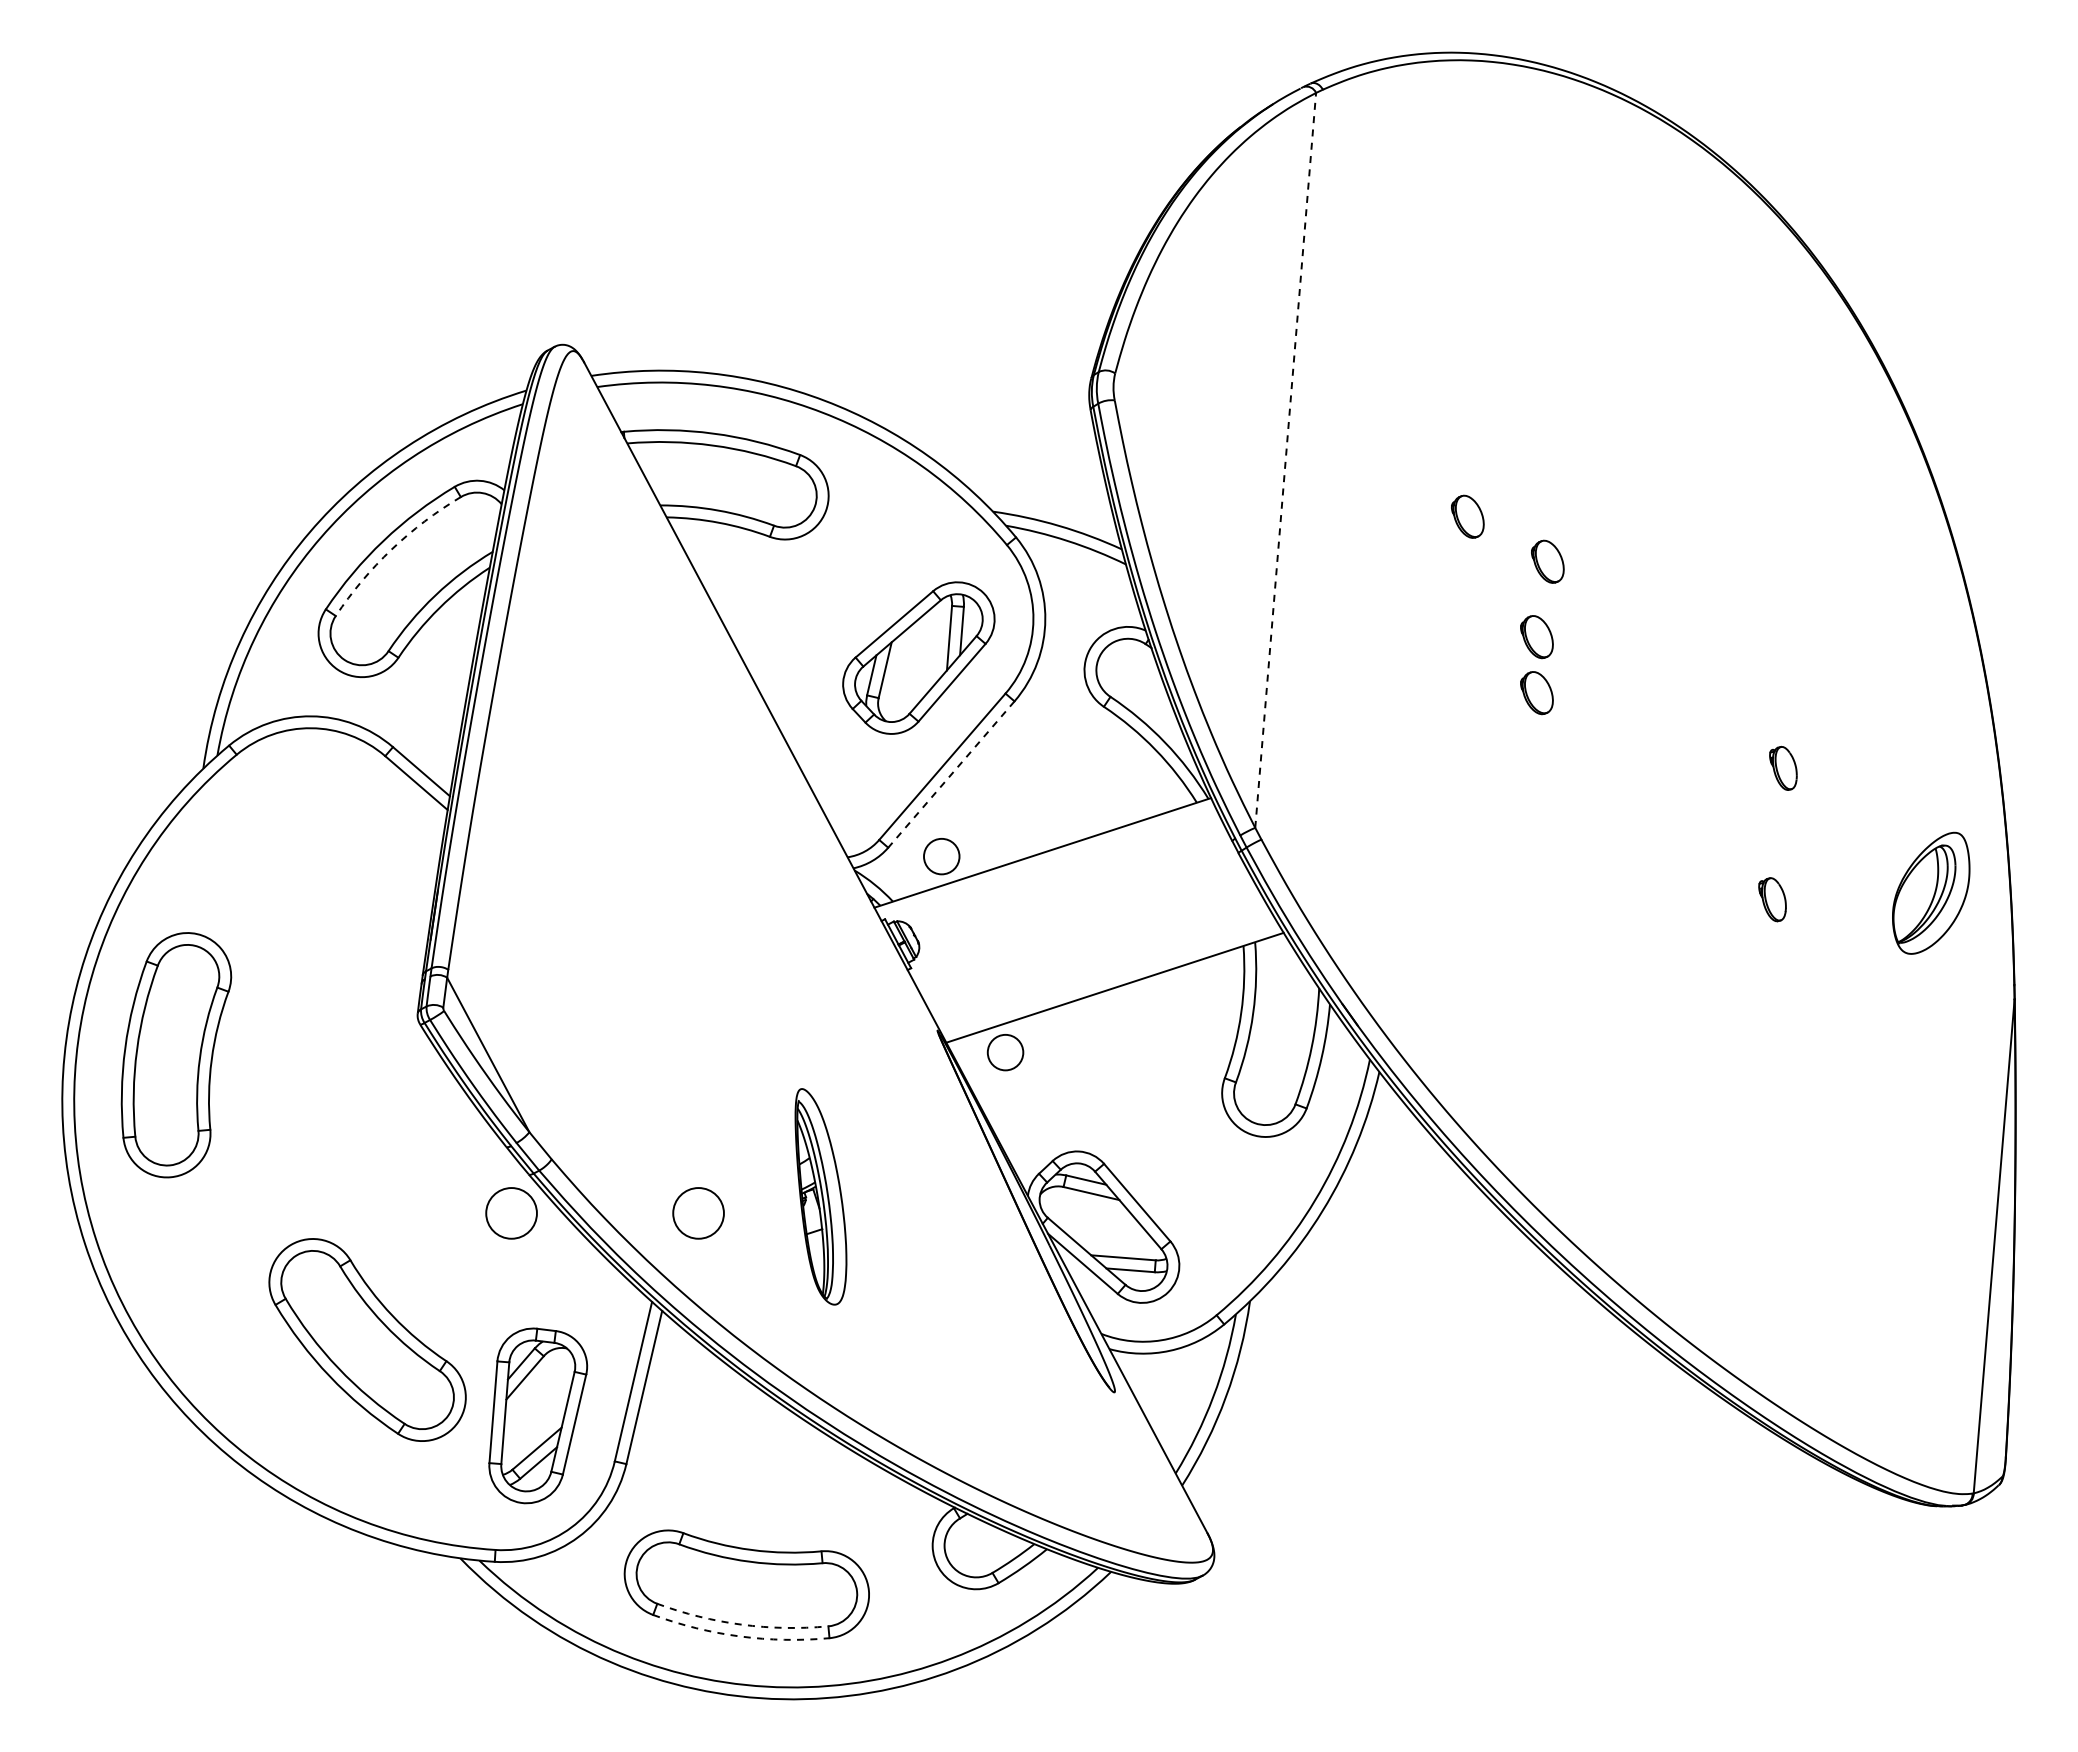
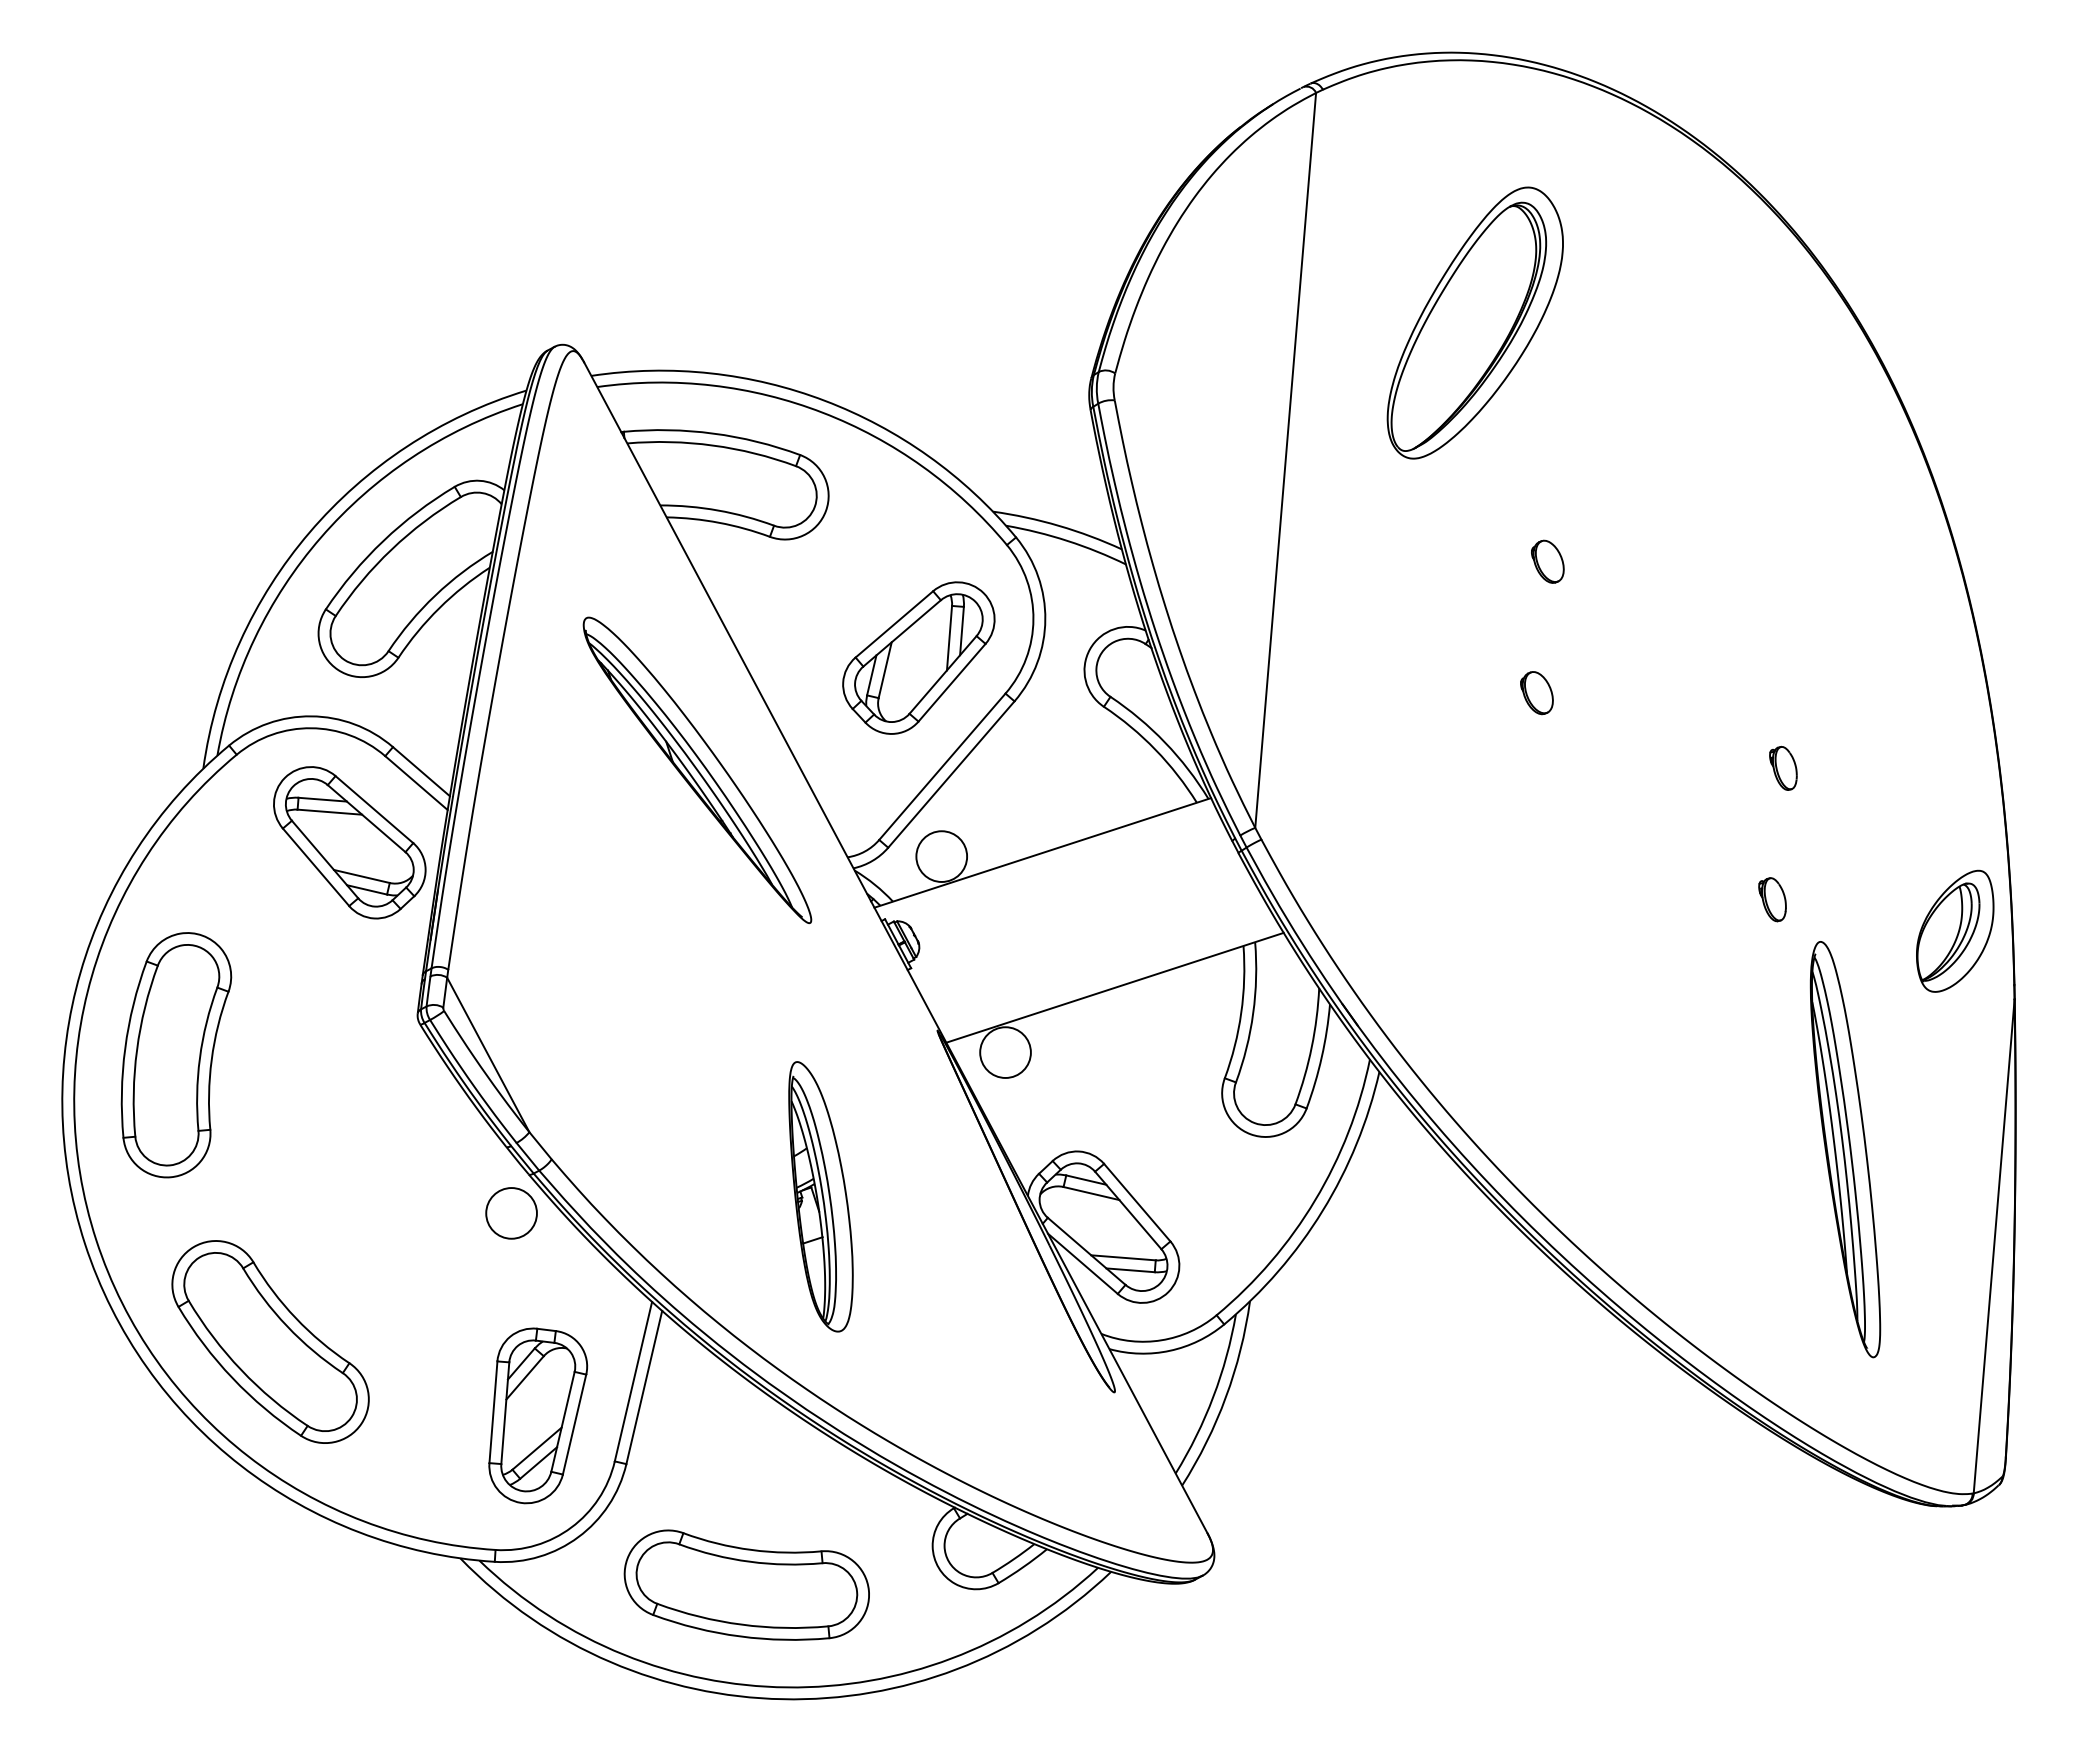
part at (1474, 322): none -> present
line at (1285, 460): dashed -> solid
part at (1467, 516): present -> none
arc at (391, 549): dashed -> solid
part at (1536, 637): present -> none
part at (697, 770): none -> present
line at (951, 774): dashed -> solid
part at (349, 842): none -> present
circle at (941, 856) diameter: 36 px -> 51 px
part at (1931, 892) position: (1931, 892) -> (1955, 930)
circle at (1005, 1052) diameter: 36 px -> 51 px
part at (1845, 1149): none -> present
part at (820, 1196) size: 54x218 px -> 66x272 px
circle at (698, 1213): present -> none
part at (367, 1339) position: (367, 1339) -> (270, 1341)
arc at (741, 1624): dashed -> solid
arc at (740, 1636): dashed -> solid
